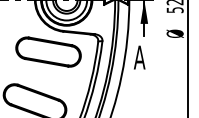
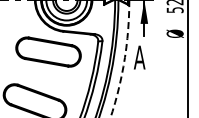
circle at (119, 58): solid -> dashed
